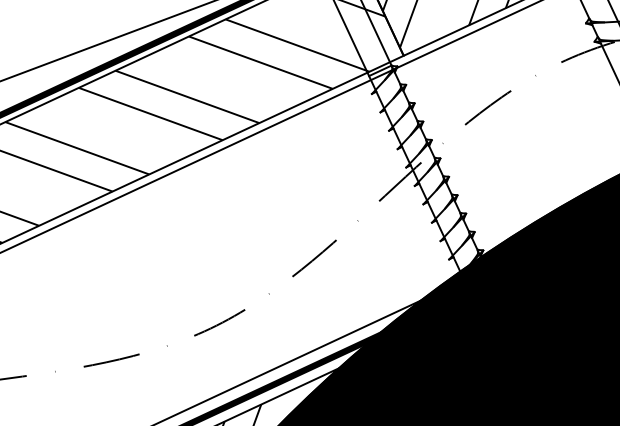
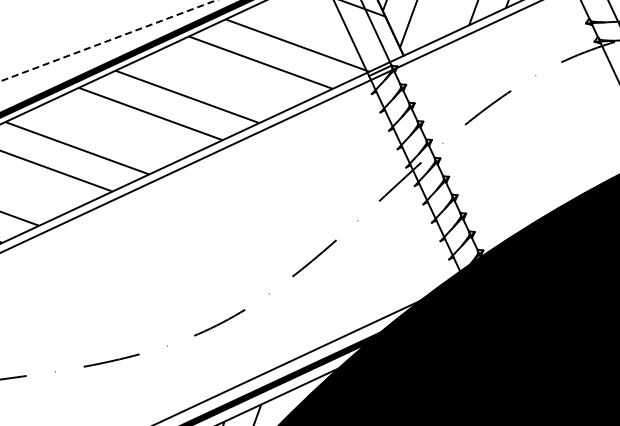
line at (109, 40): solid -> dashed
